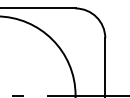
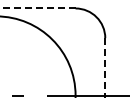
line at (37, 8): solid -> dashed
line at (105, 68): solid -> dashed
